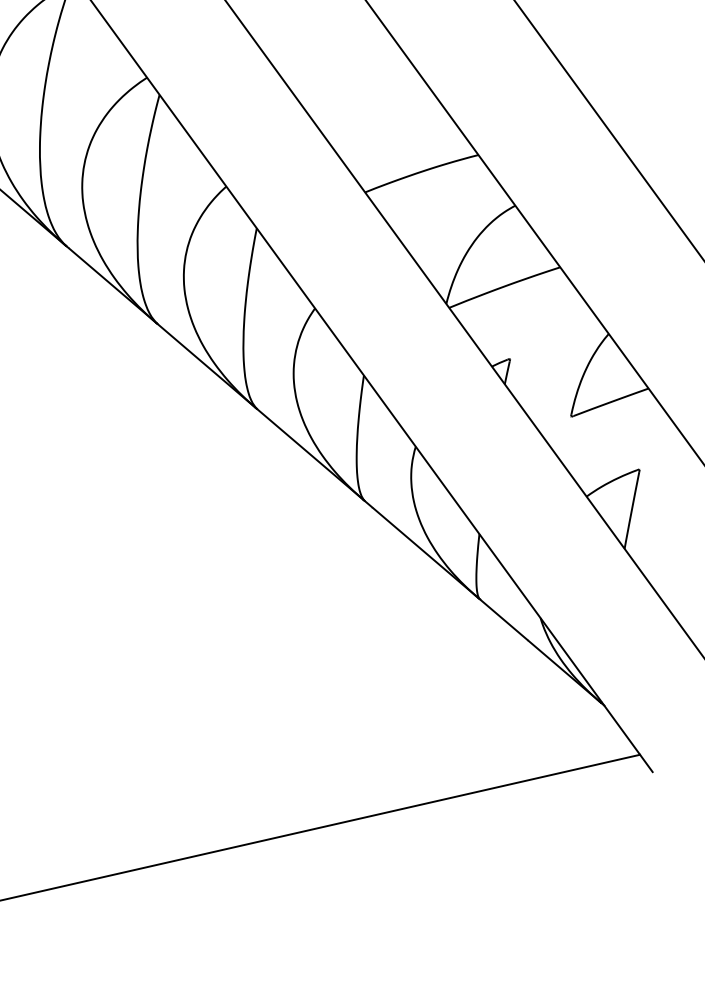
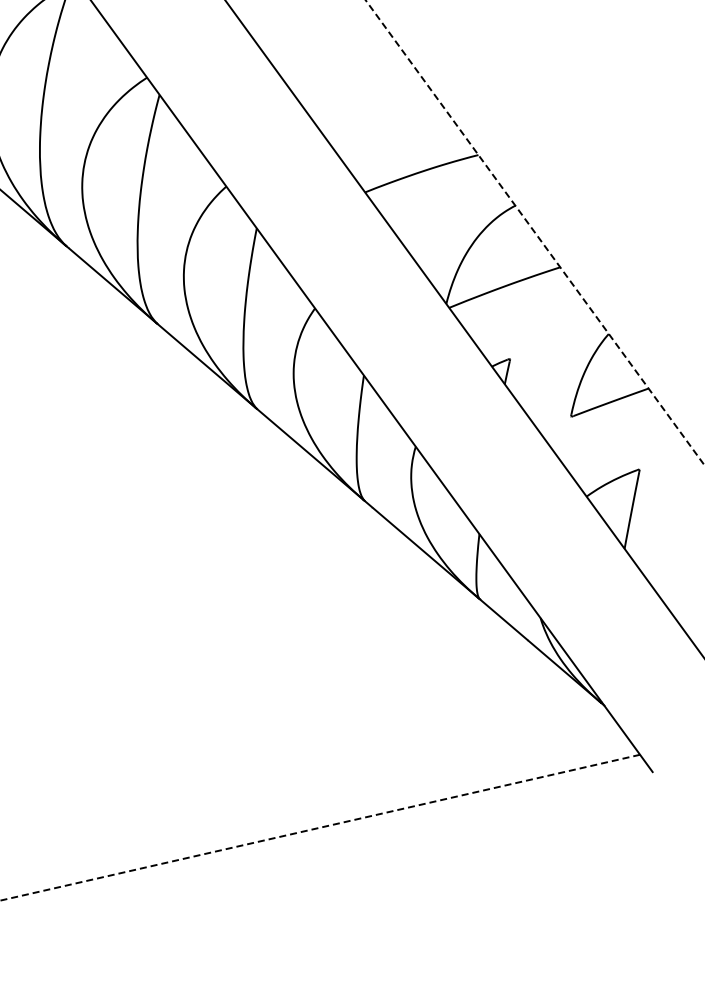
line at (608, 129): present -> none
line at (535, 233): solid -> dashed
line at (320, 827): solid -> dashed
